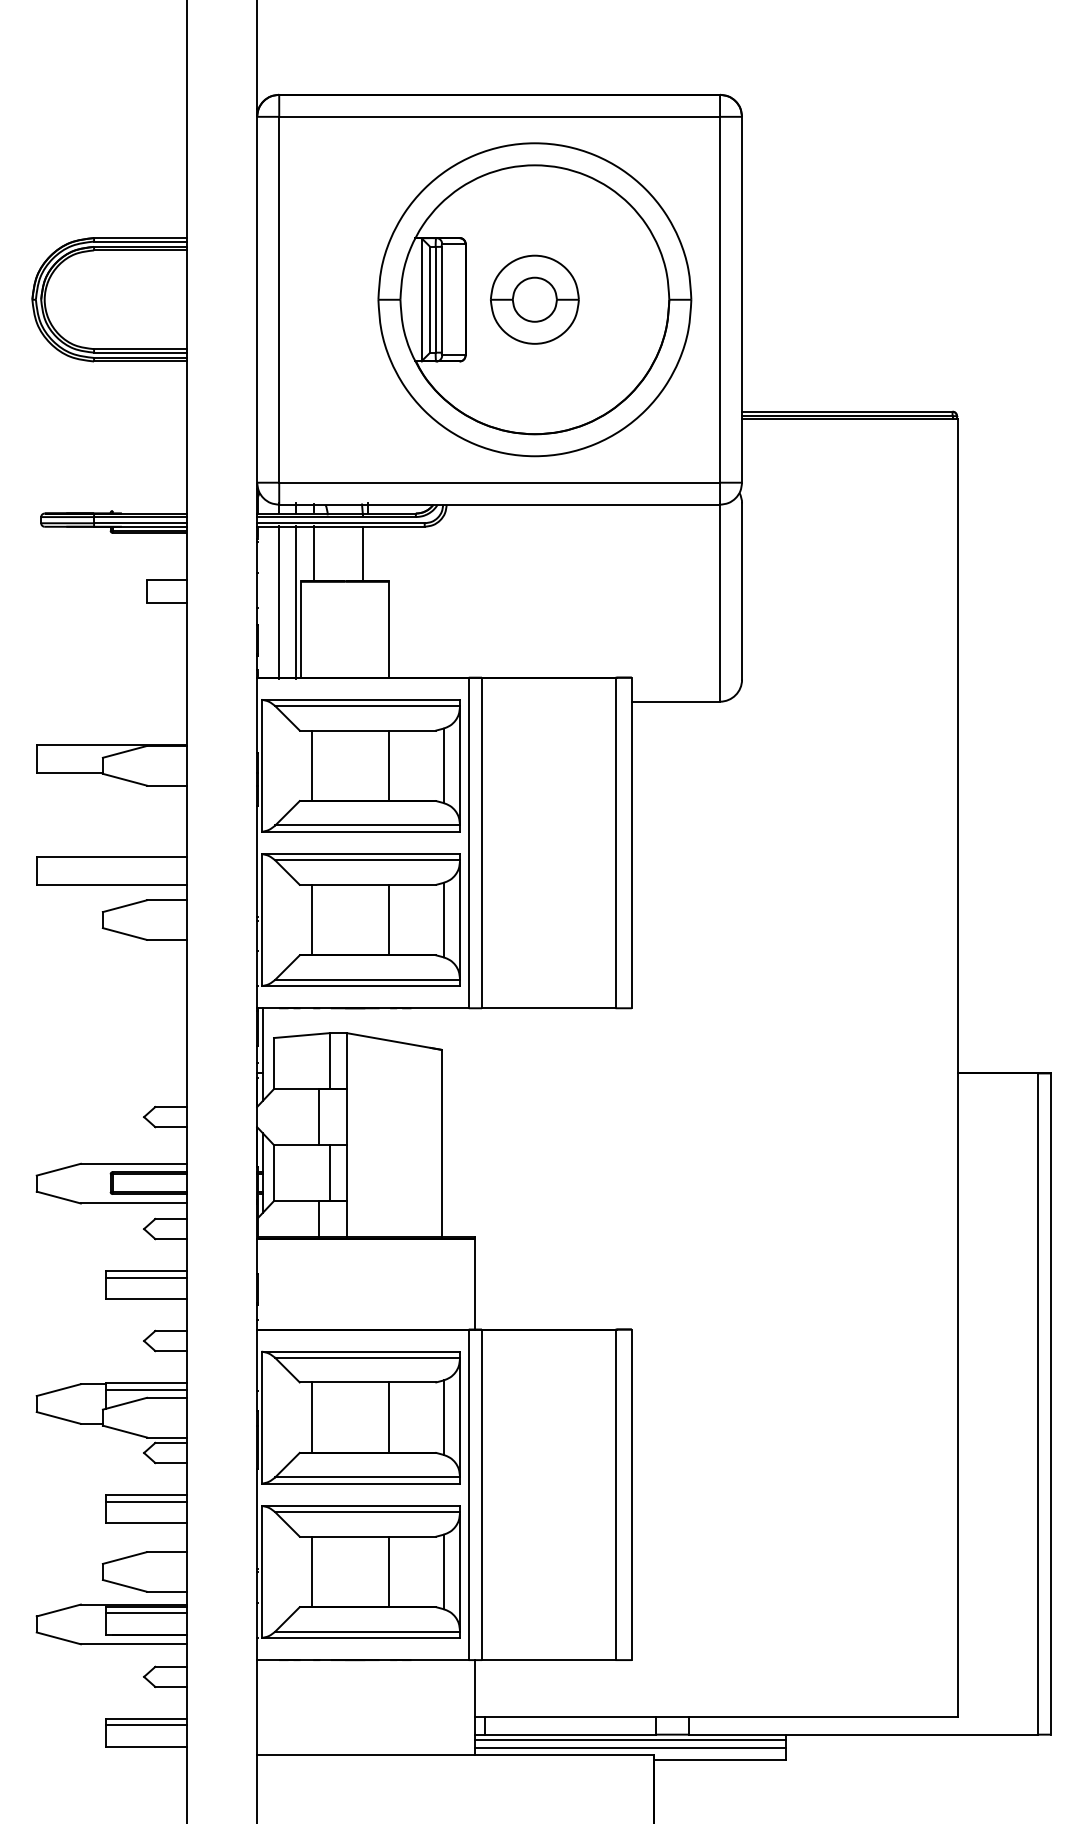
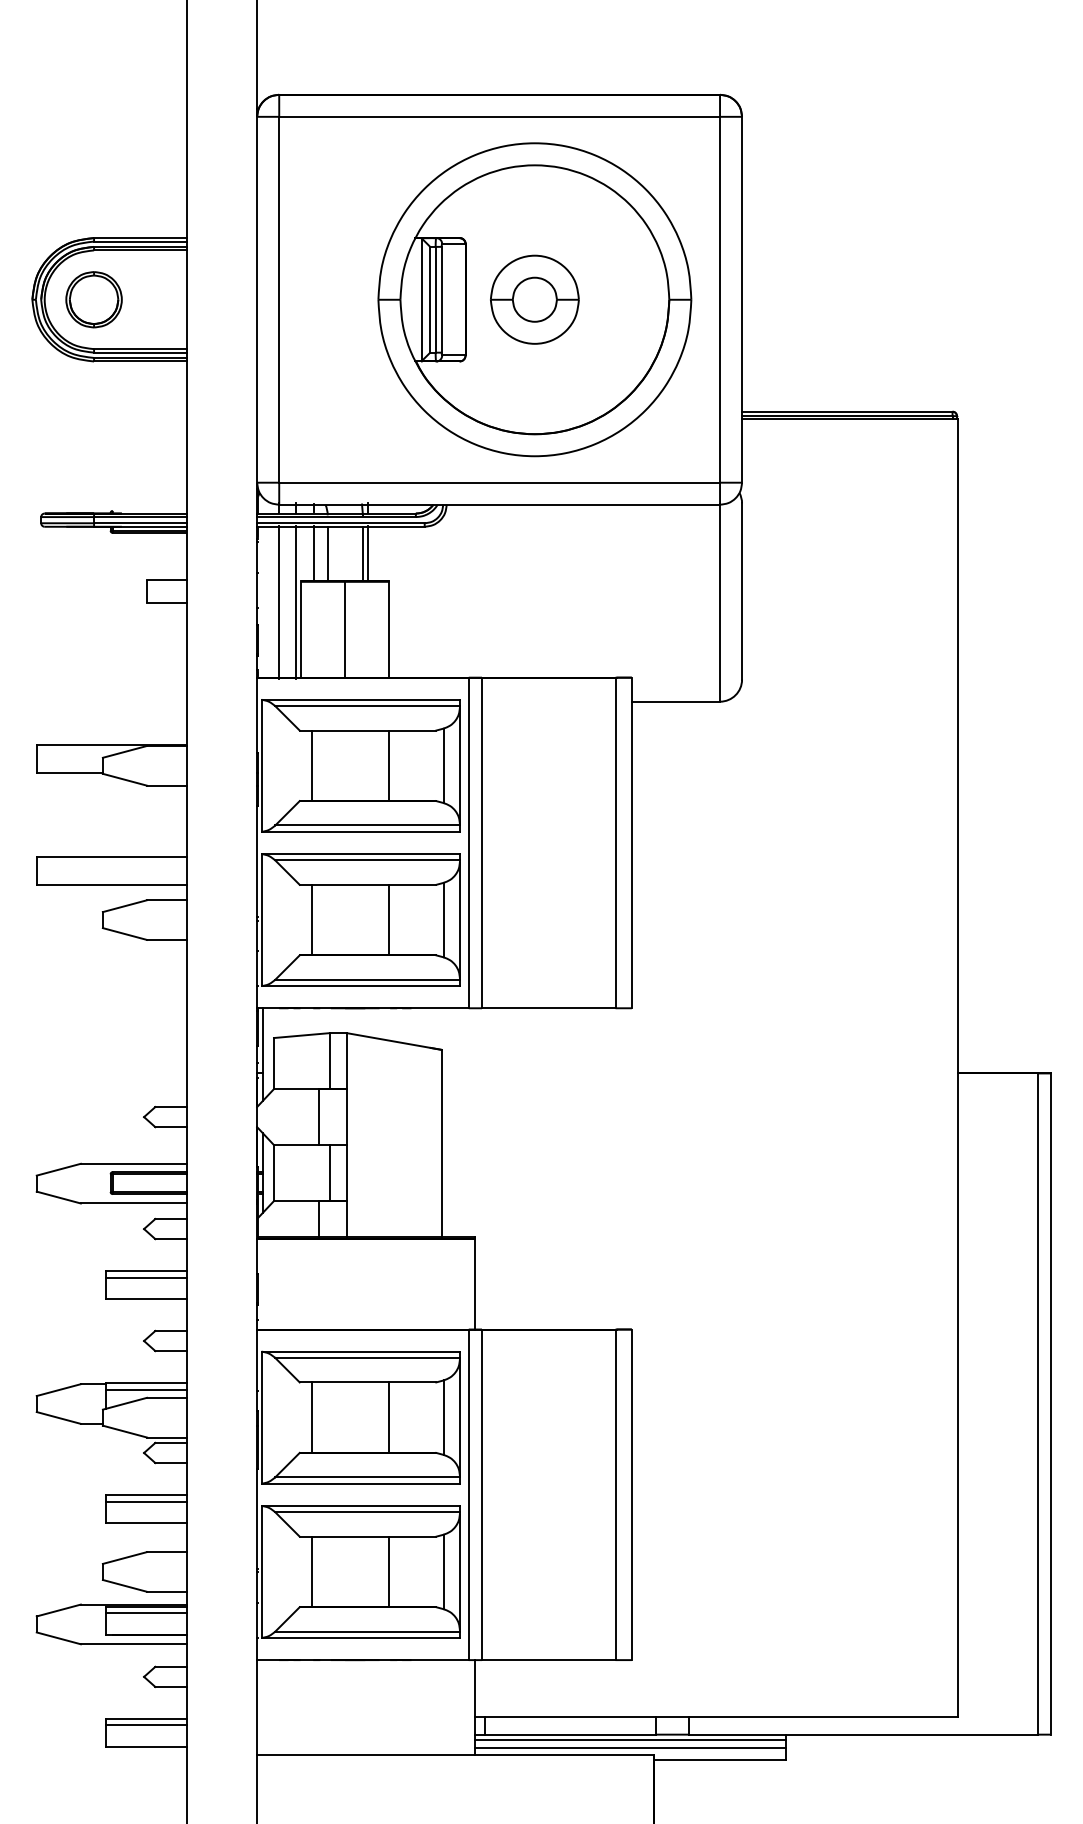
part at (93, 299): none -> present
line at (327, 553): none -> present
line at (367, 553): none -> present
line at (345, 629): none -> present
